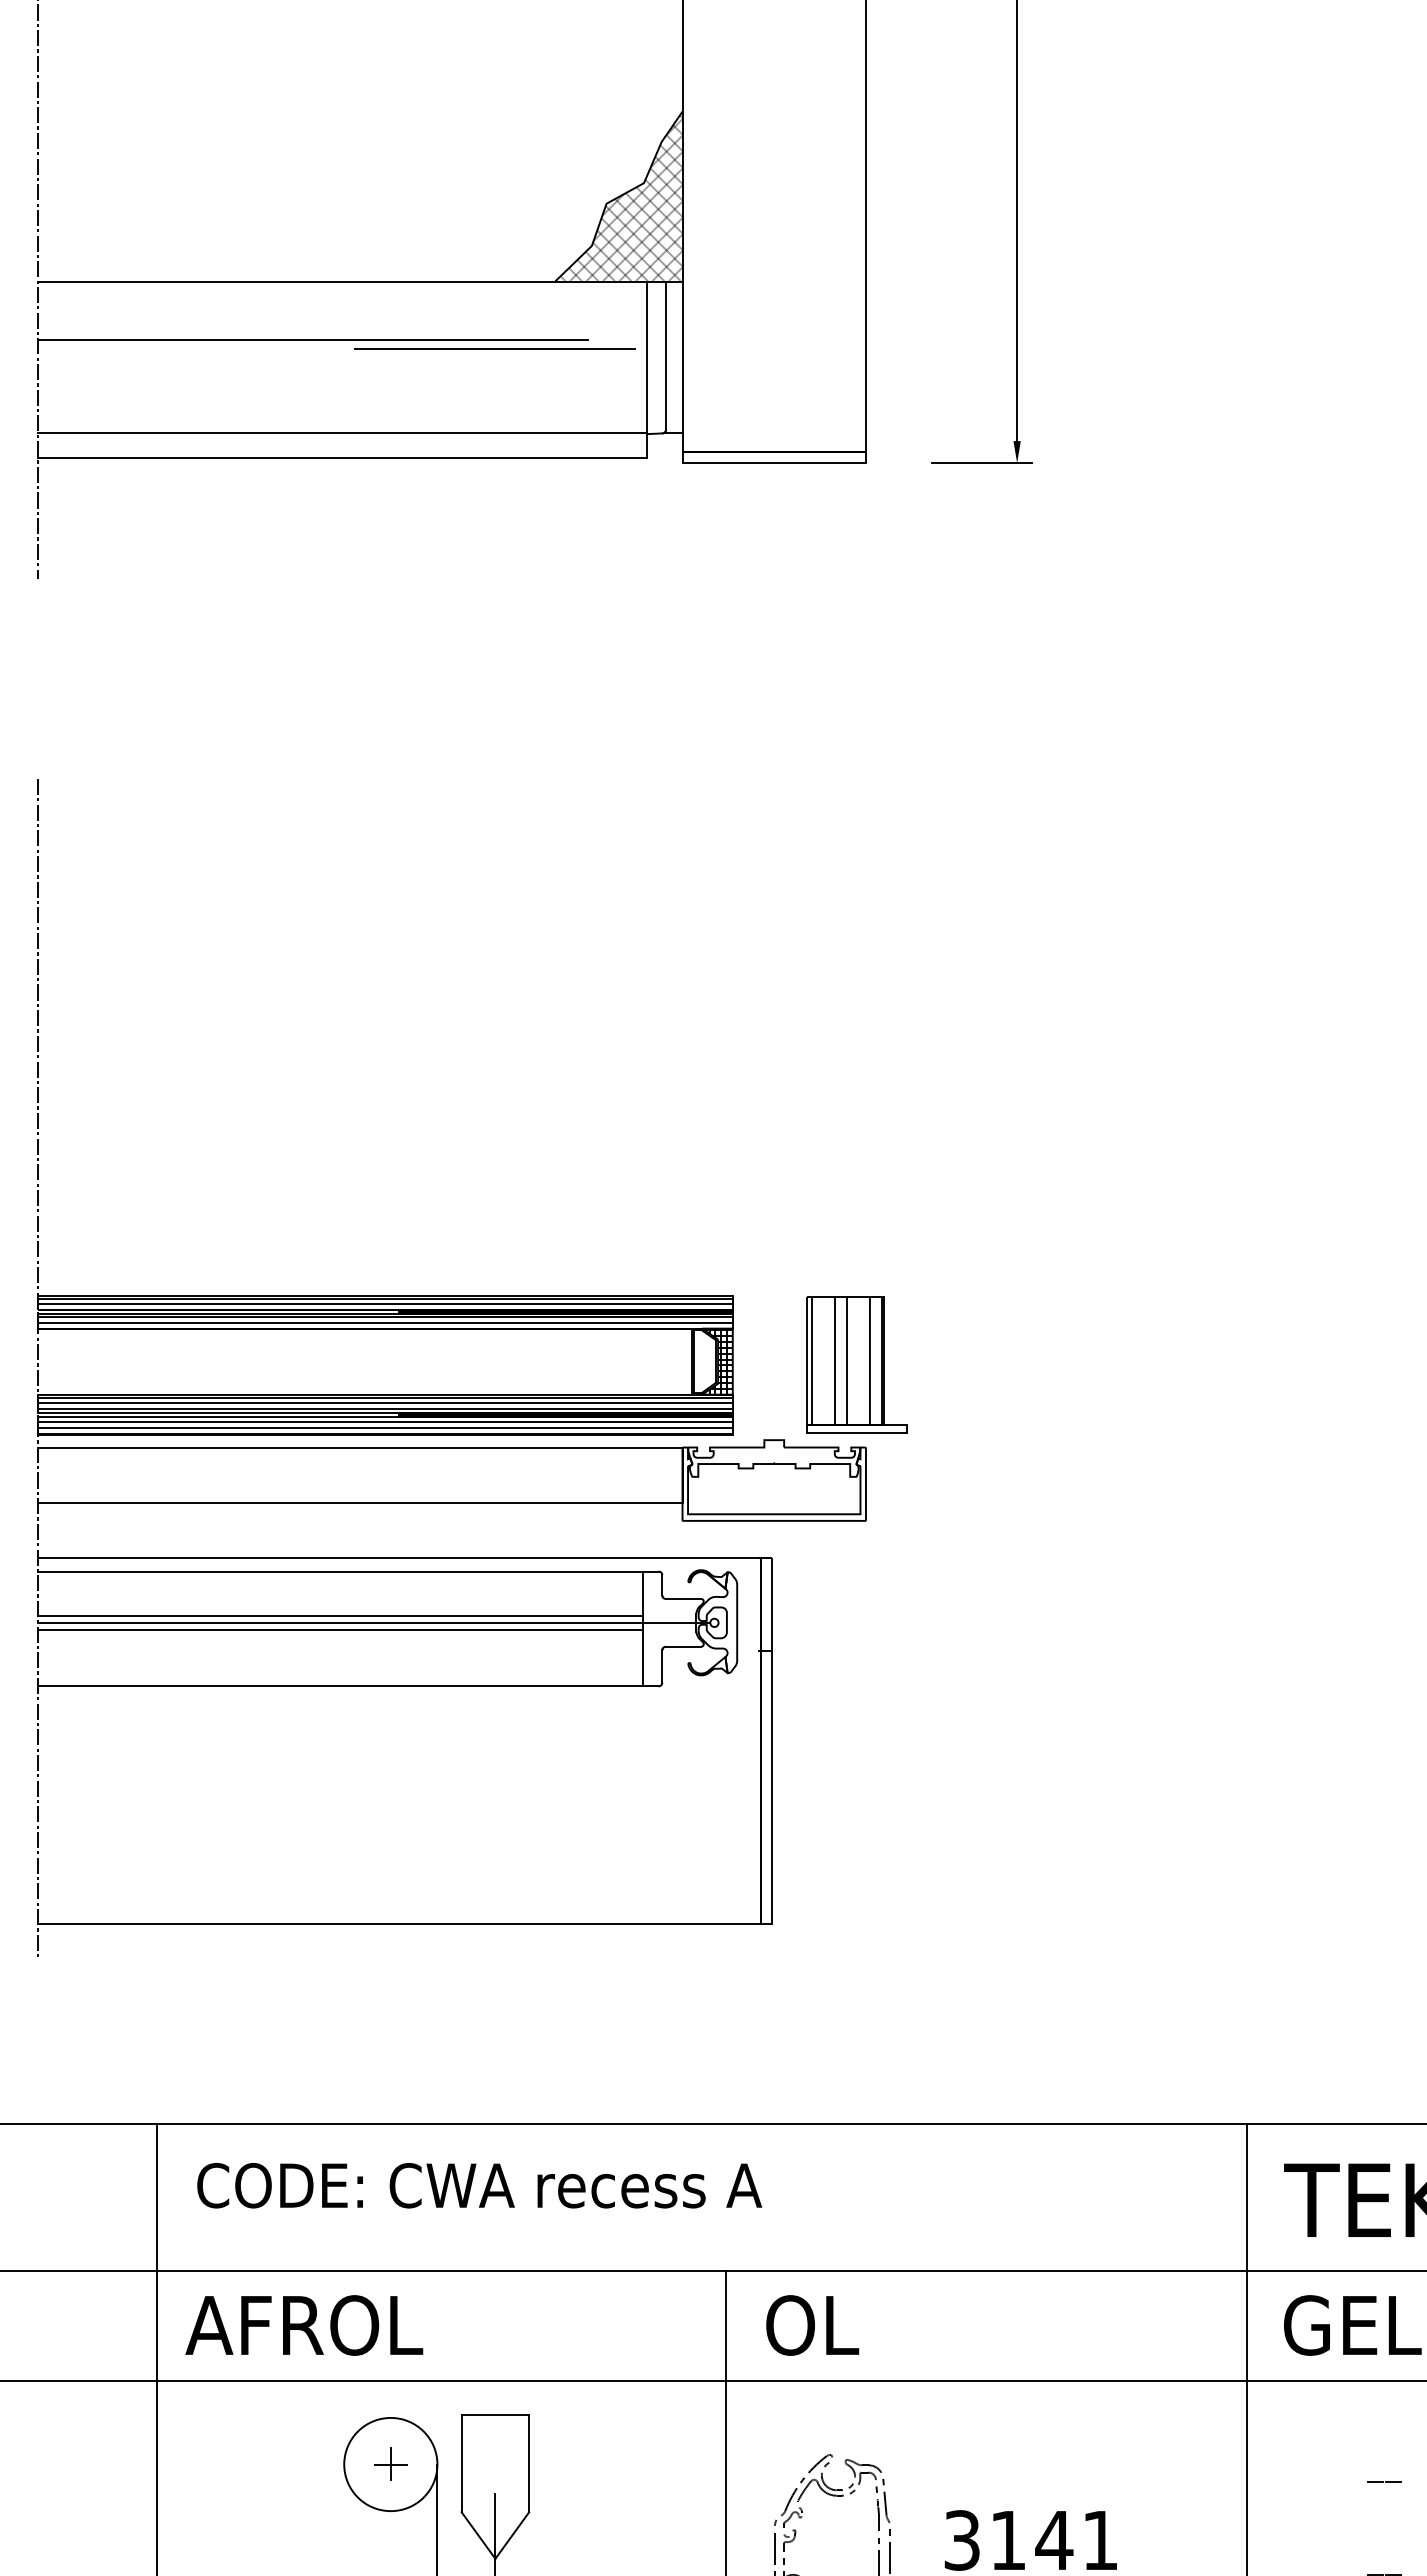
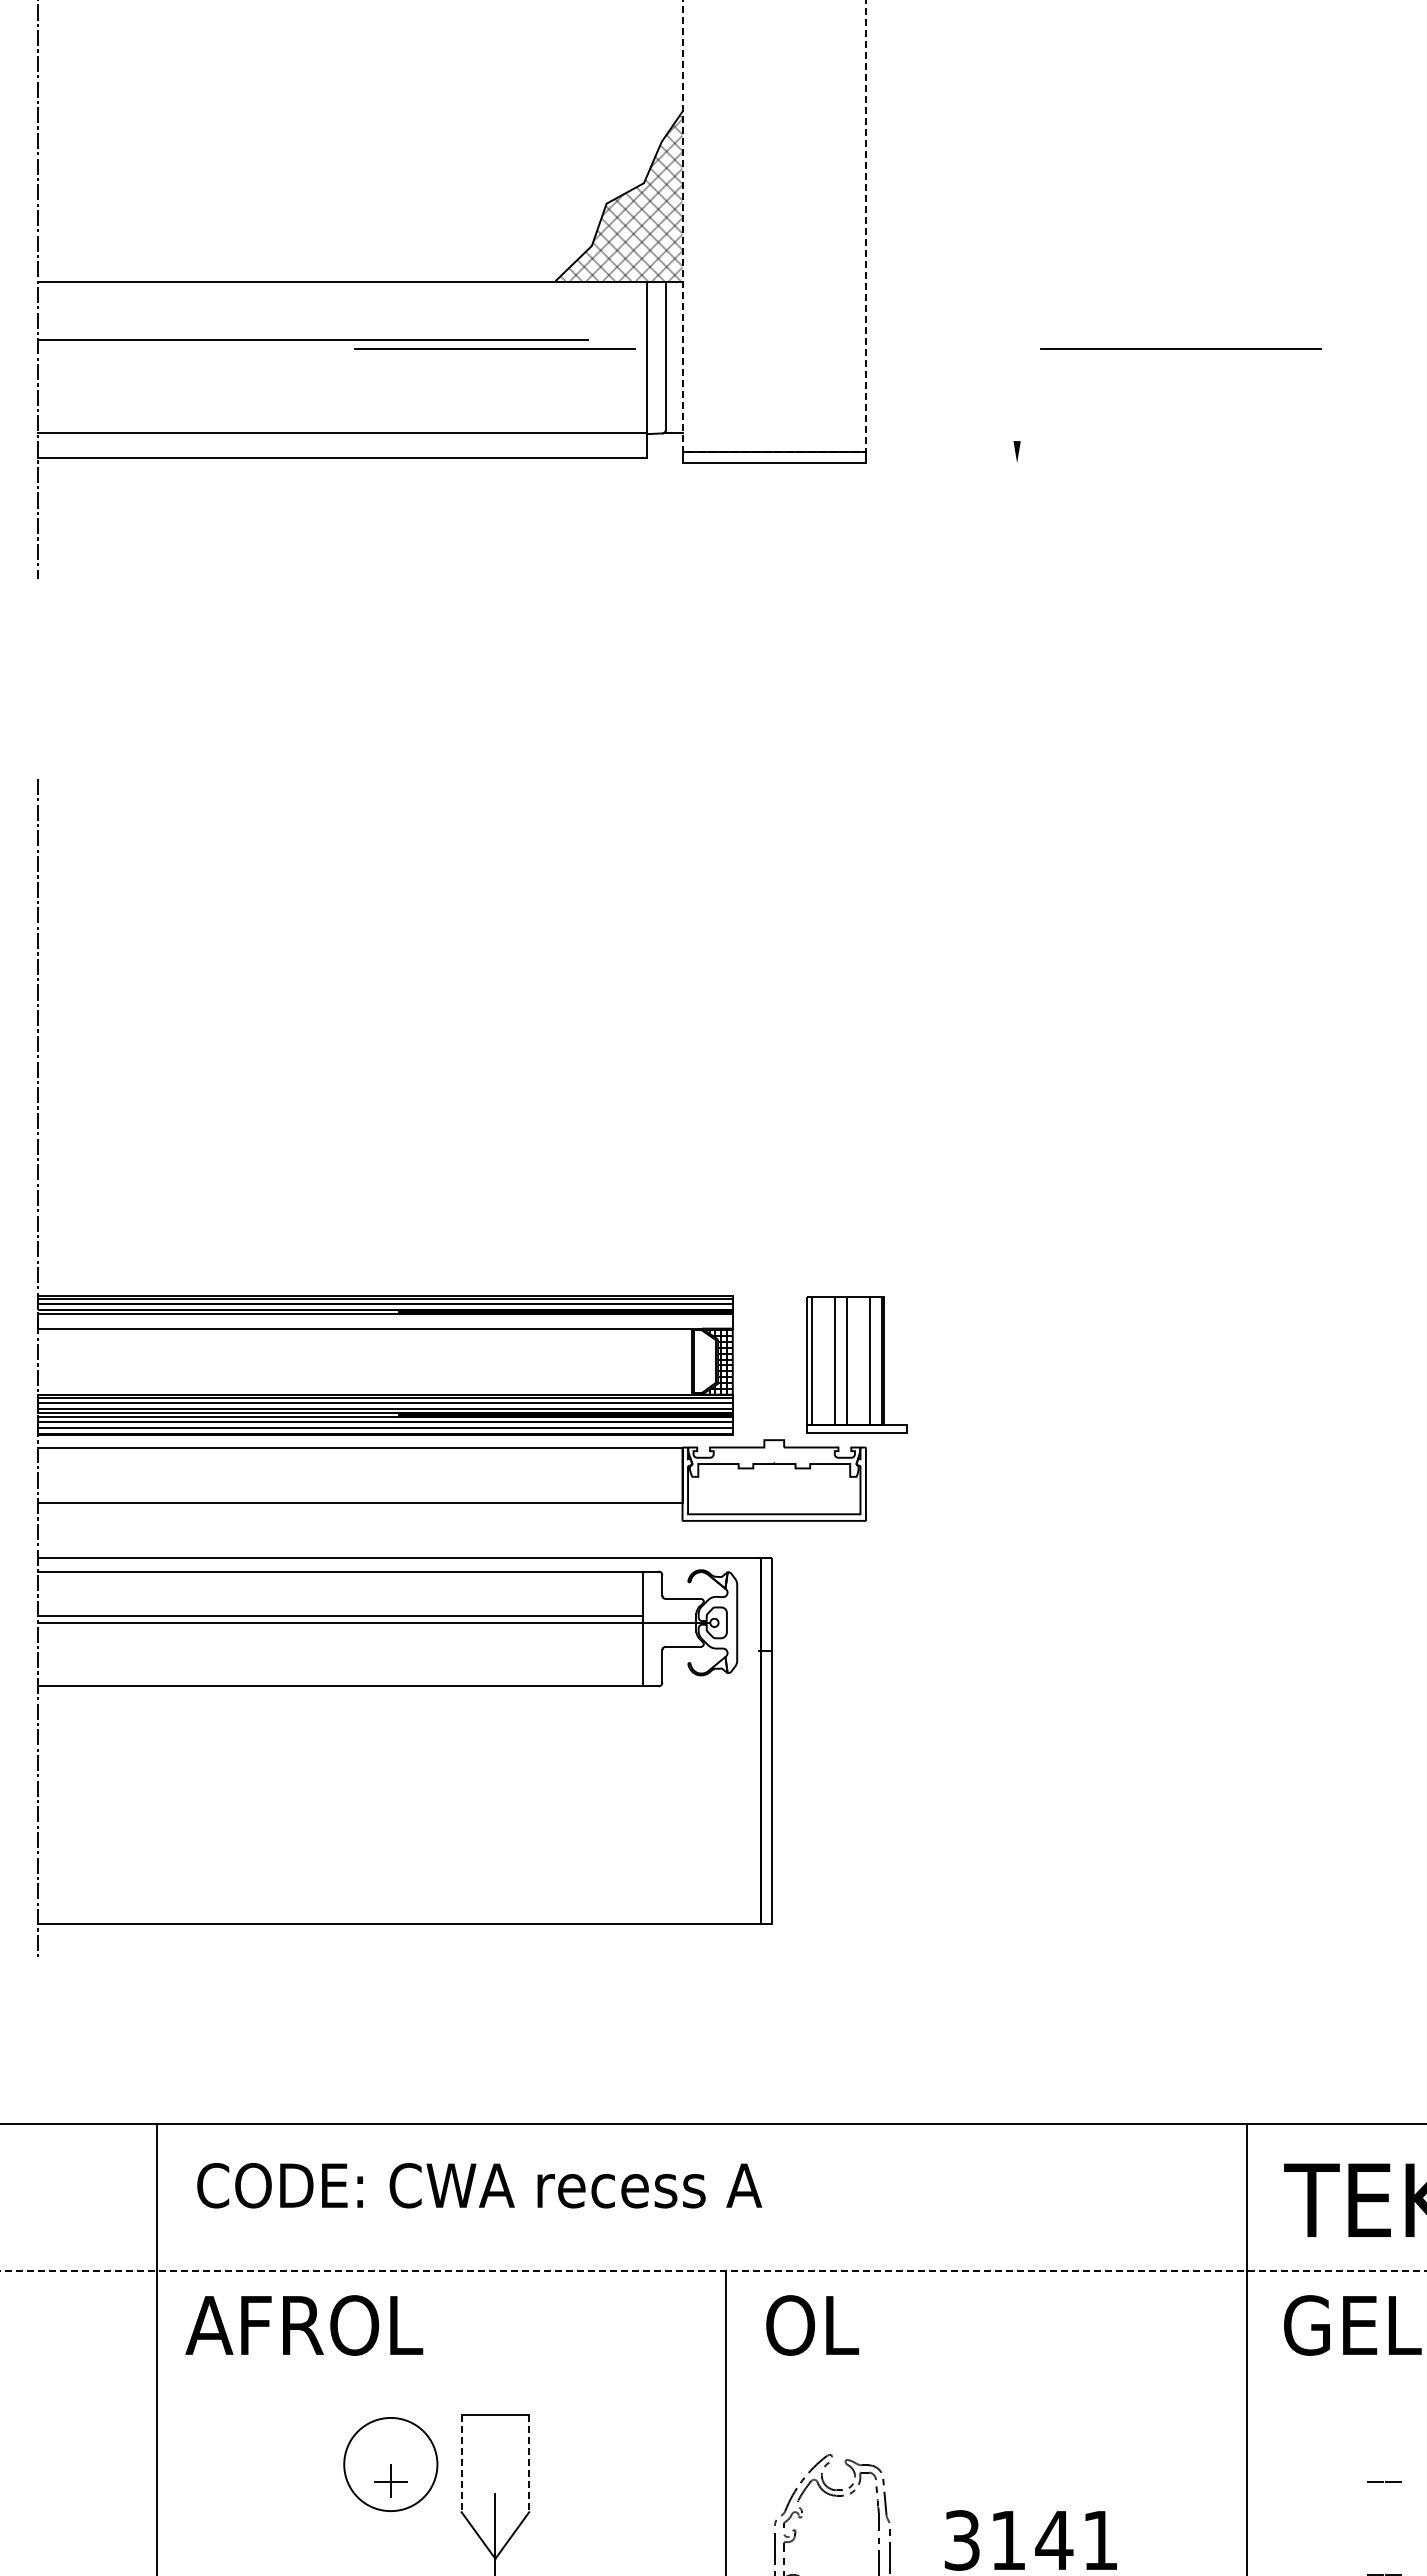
line at (1017, 221): present -> none
line at (1180, 348): none -> present
line at (774, 452): solid -> dashed
line at (981, 463): present -> none
hatch at (385, 1322): present -> none
line at (340, 1629): present -> none
line at (713, 2270): solid -> dashed
line at (712, 2380): present -> none
part at (390, 2463) position: (390, 2463) -> (390, 2480)
line at (461, 2463): solid -> dashed
line at (529, 2463): solid -> dashed
line at (437, 2518): present -> none
